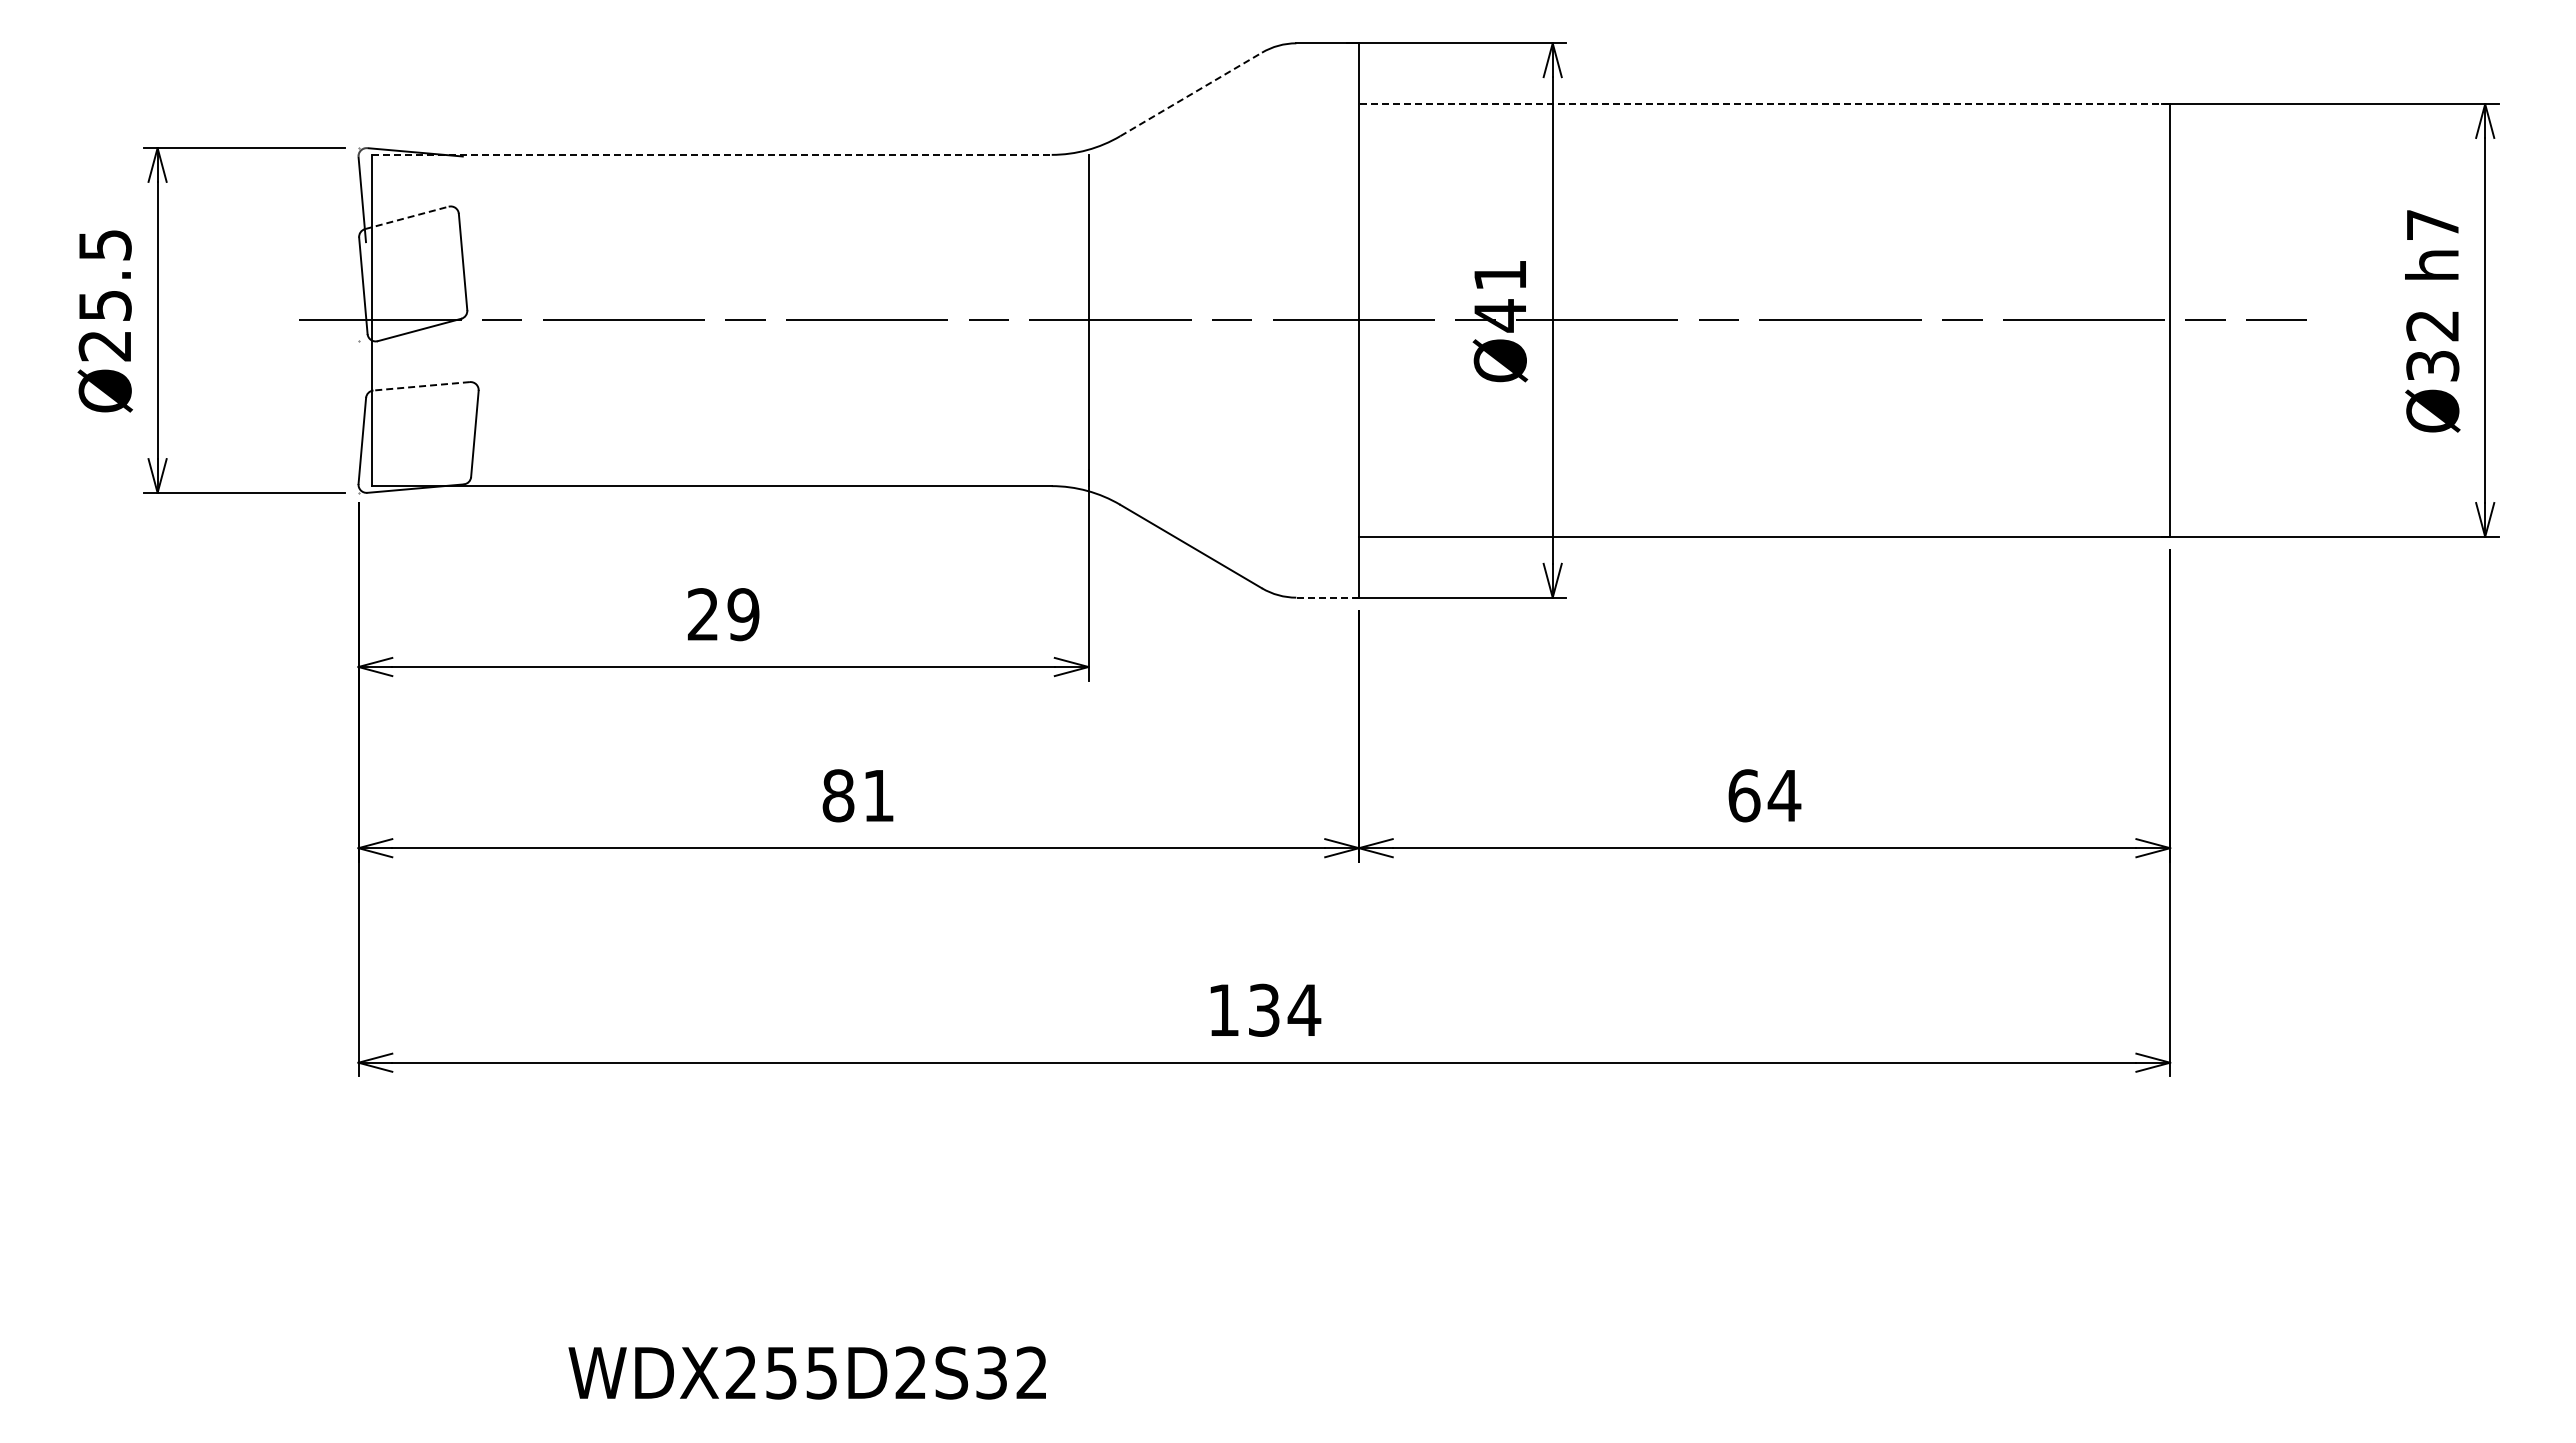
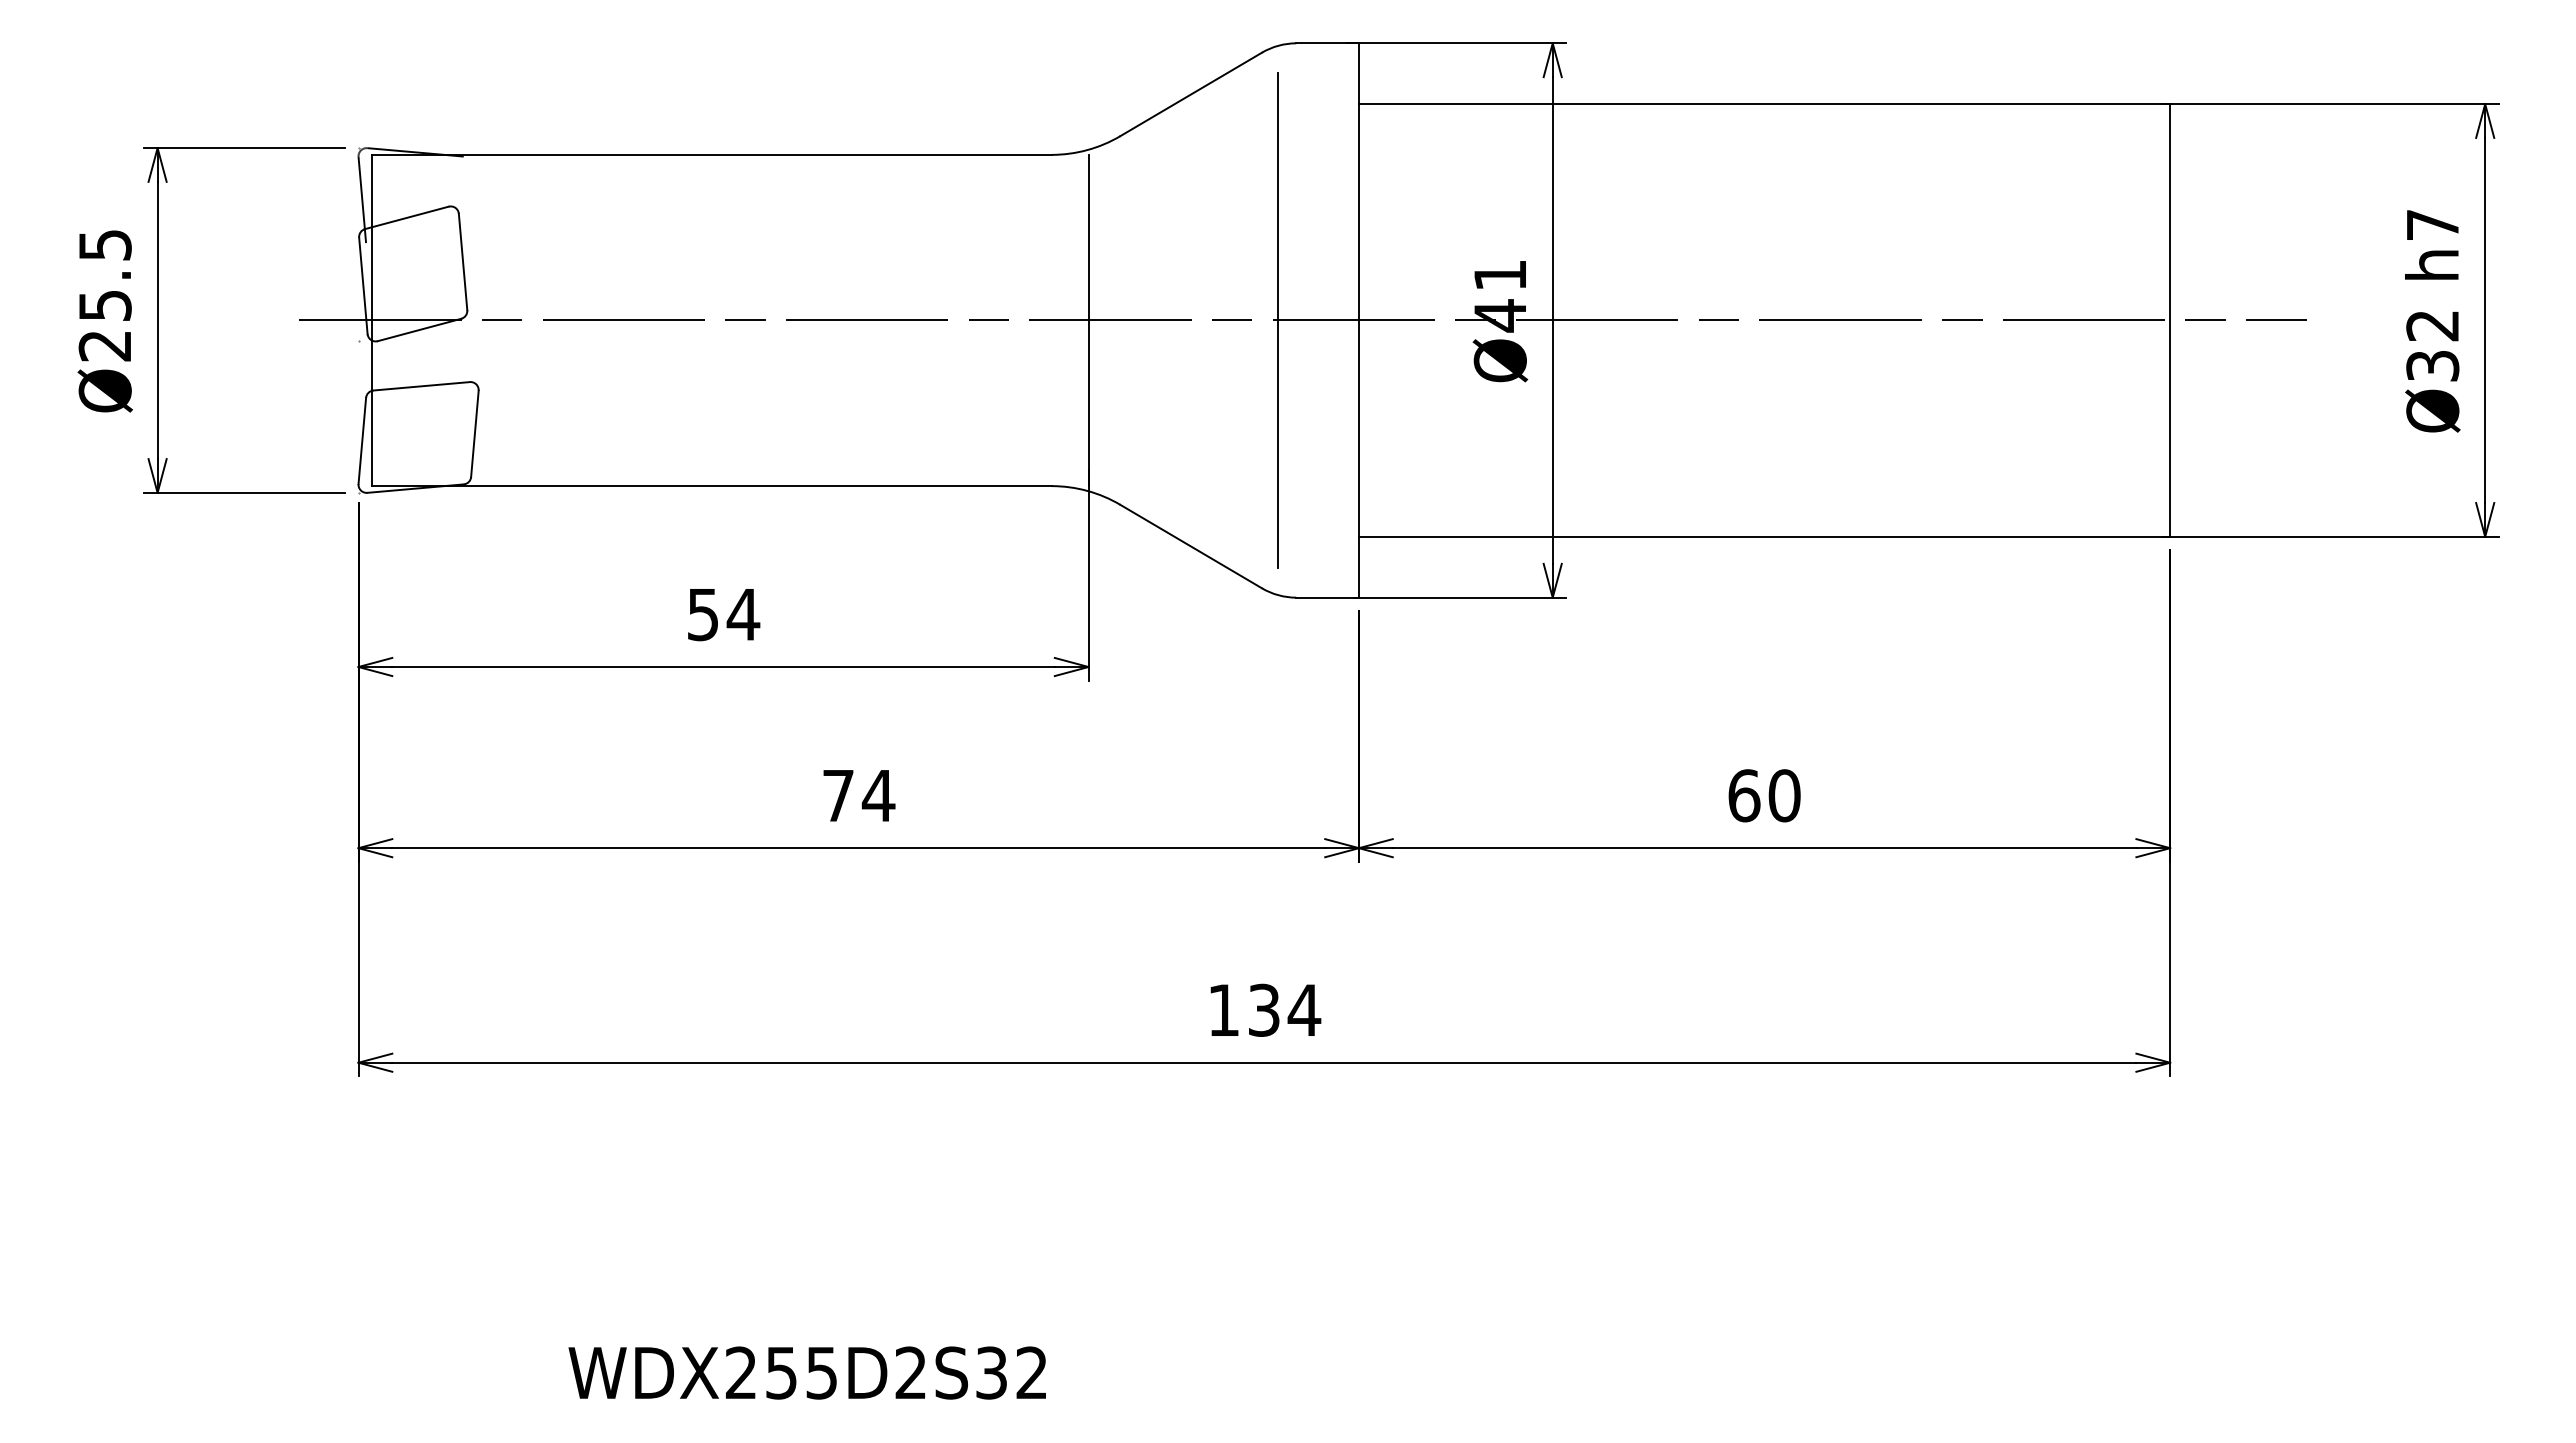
line at (1191, 94): dashed -> solid
line at (1764, 104): dashed -> solid
line at (711, 154): dashed -> solid
line at (407, 217): dashed -> solid
line at (1277, 319): none -> present
line at (421, 386): dashed -> solid
line at (1327, 597): dashed -> solid
text at (723, 614): 29 -> 54
text at (858, 795): 81 -> 74
text at (1784, 795): 64 -> 60
